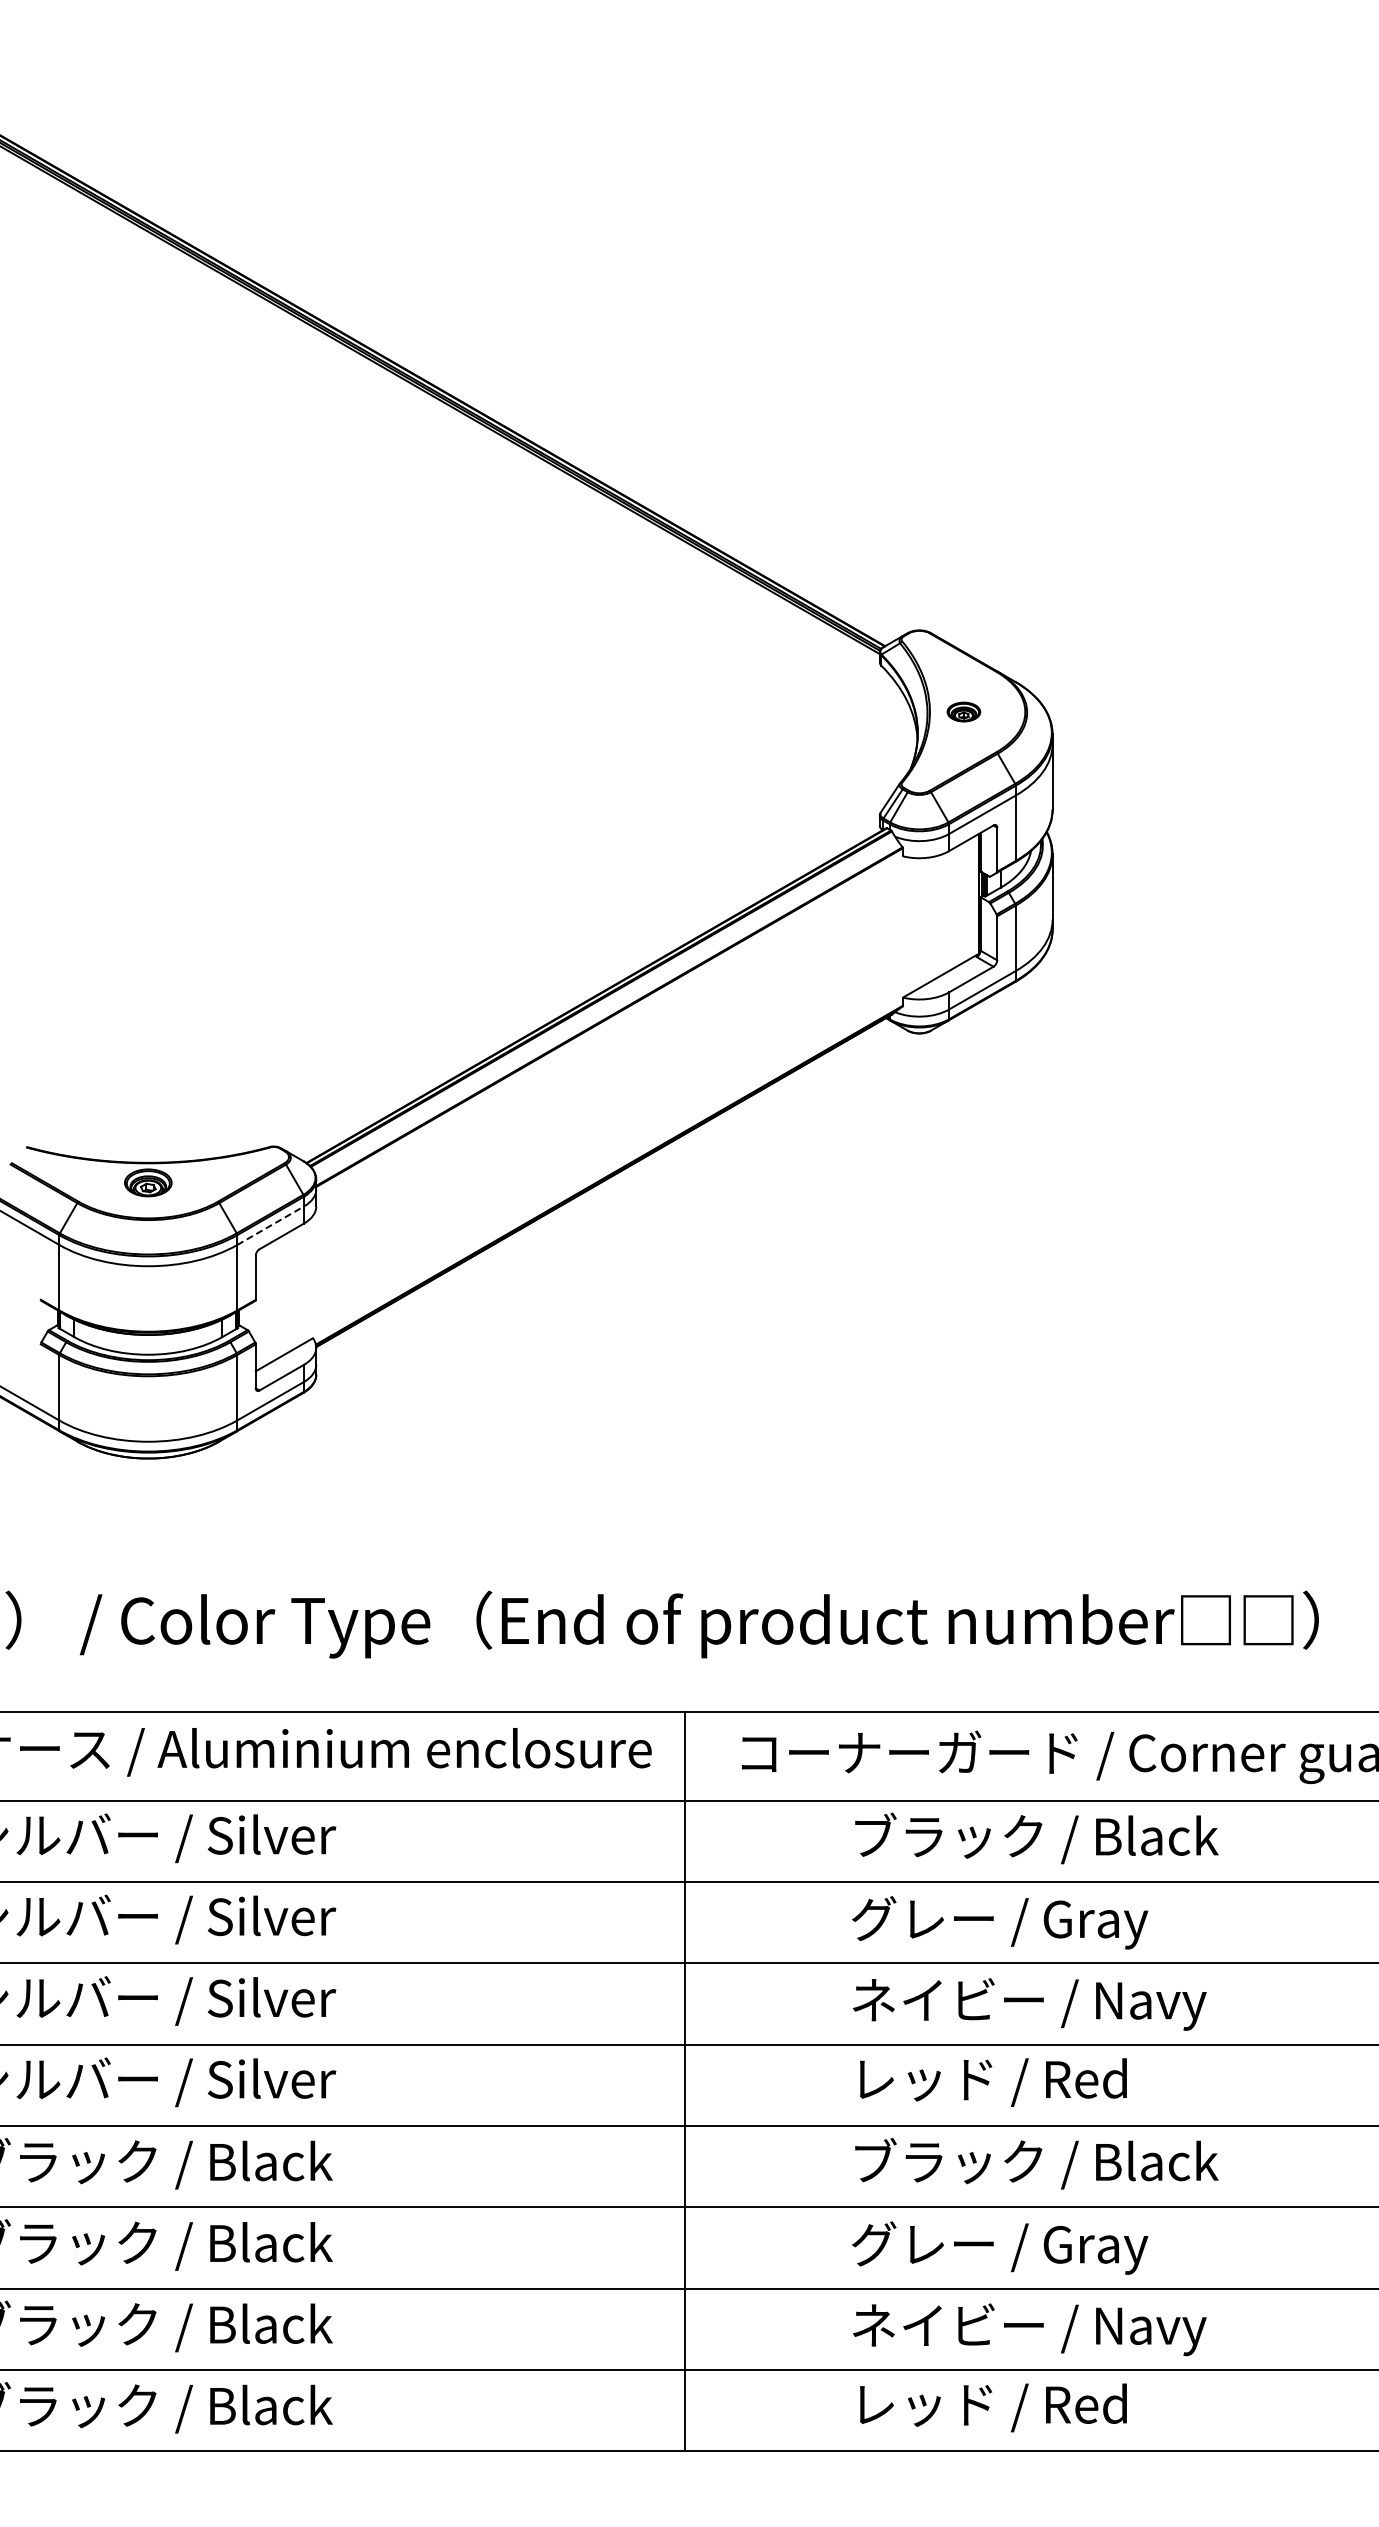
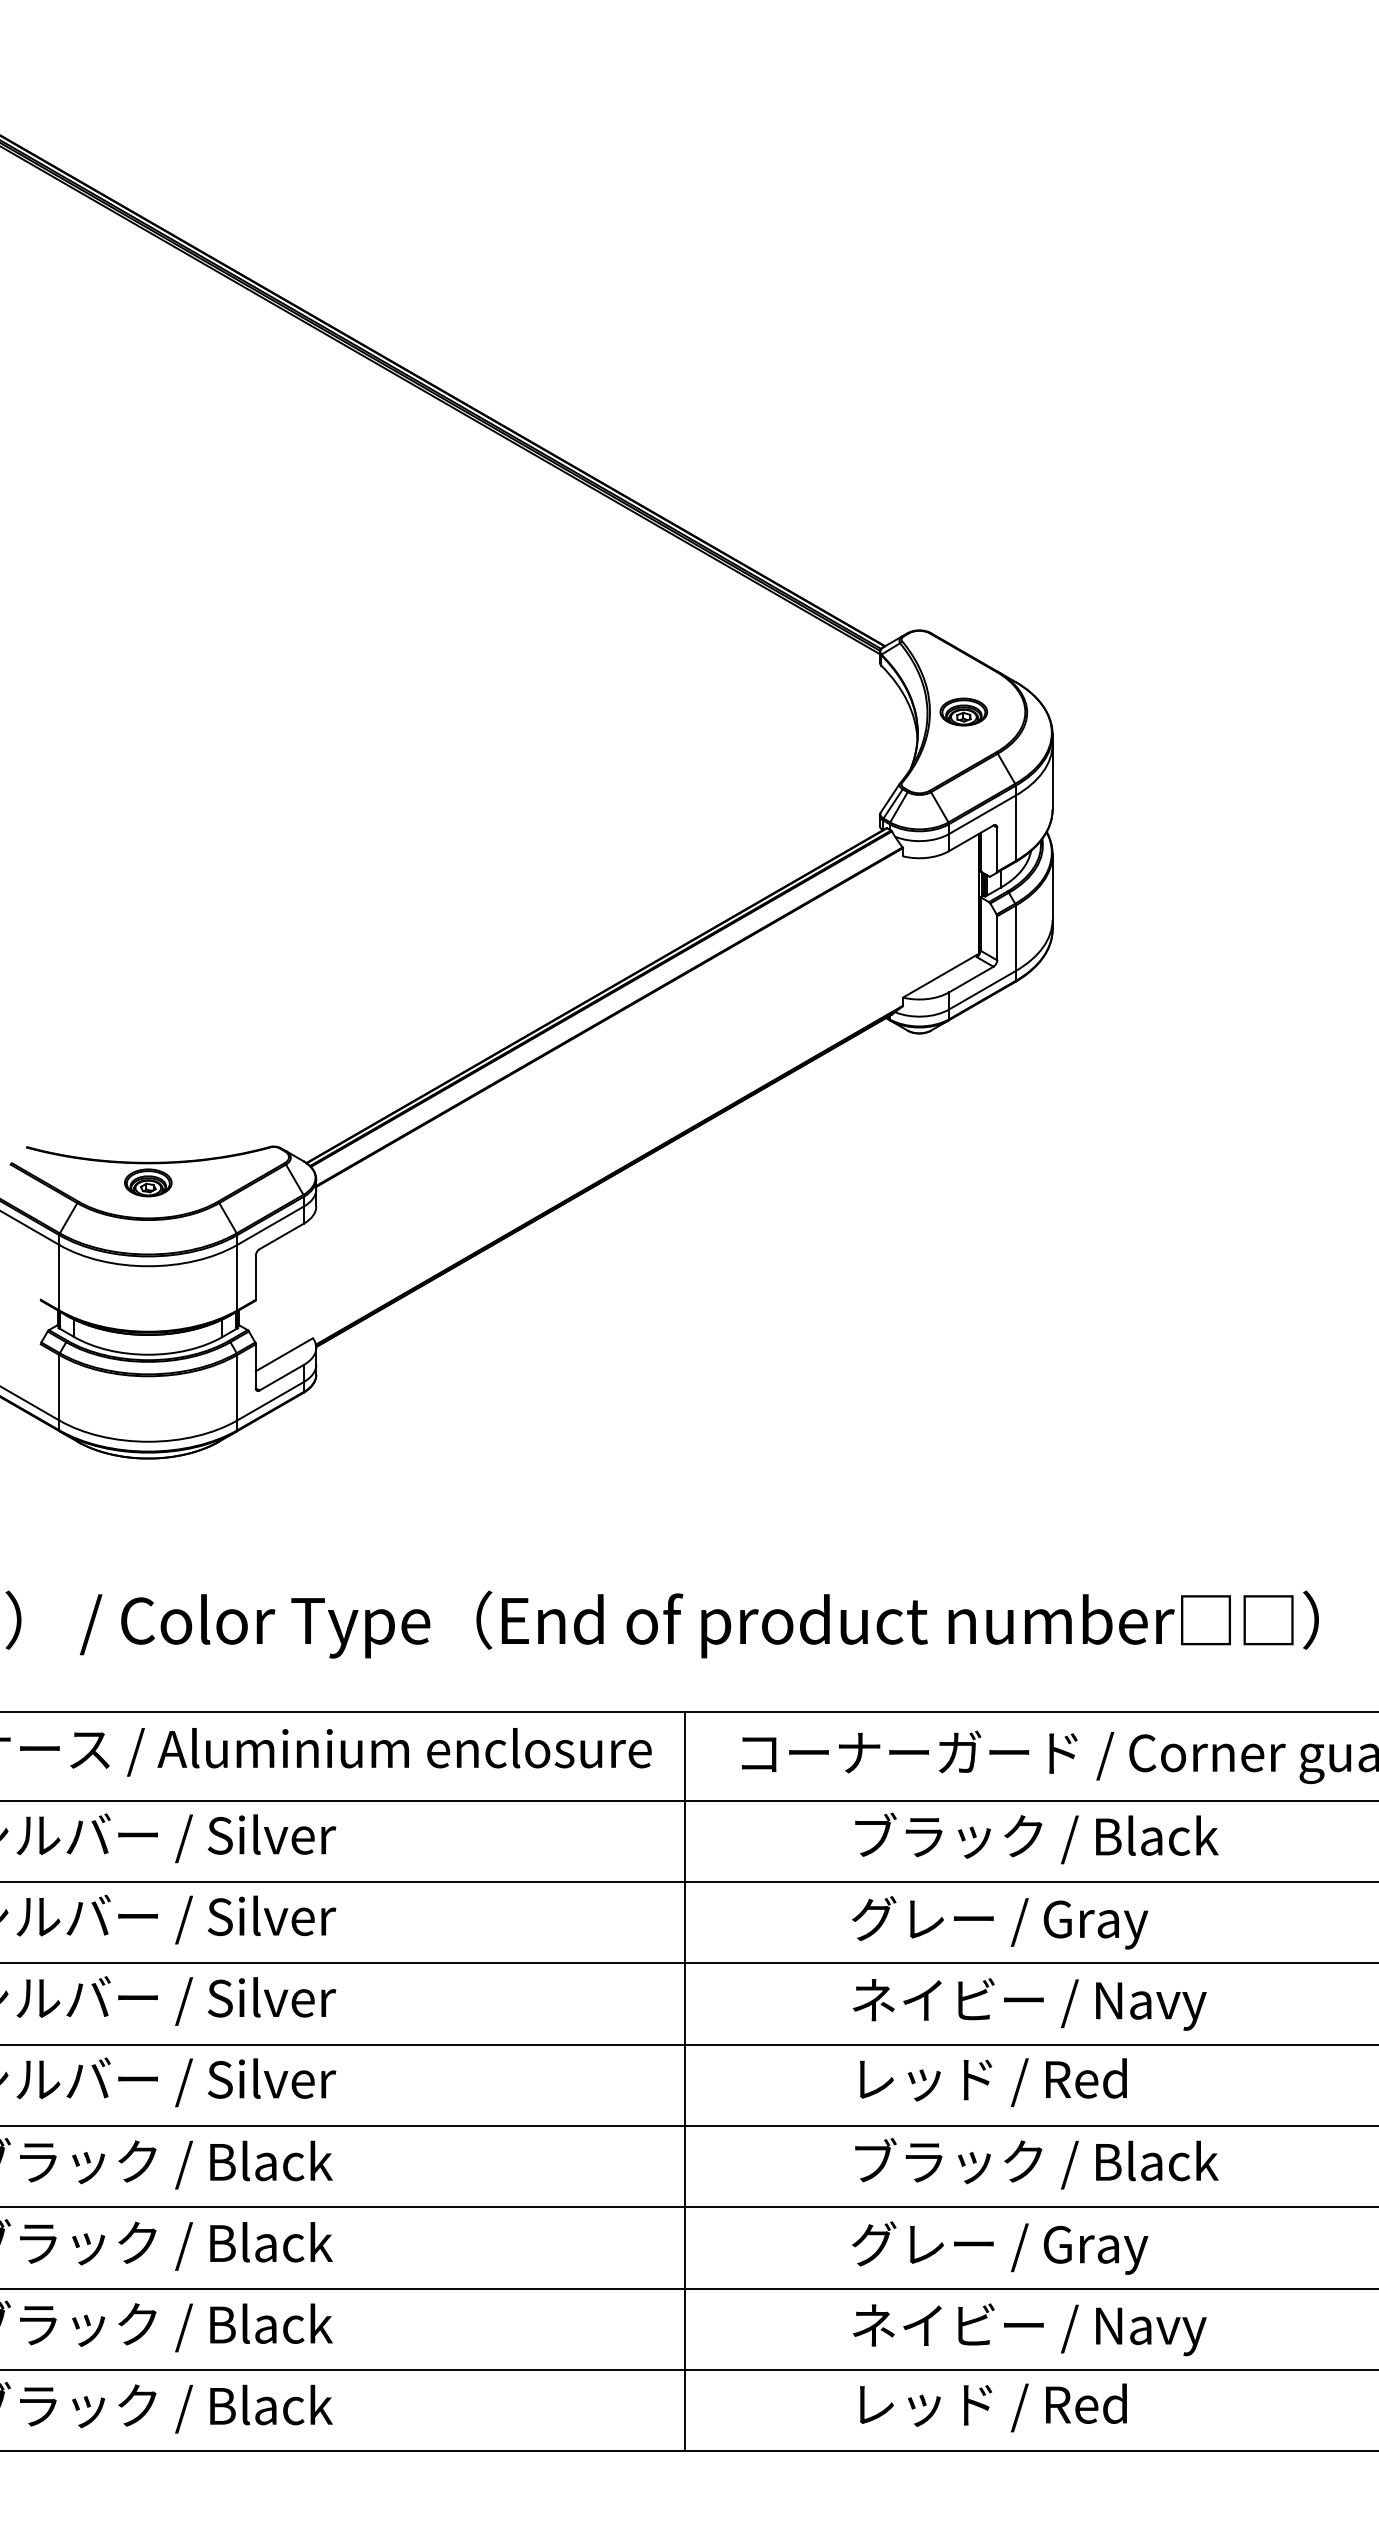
part at (963, 711) size: 36x22 px -> 50x30 px
line at (270, 1225): dashed -> solid
